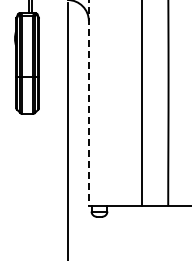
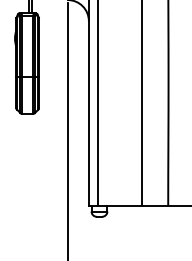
line at (88, 103): dashed -> solid
line at (98, 104): none -> present
